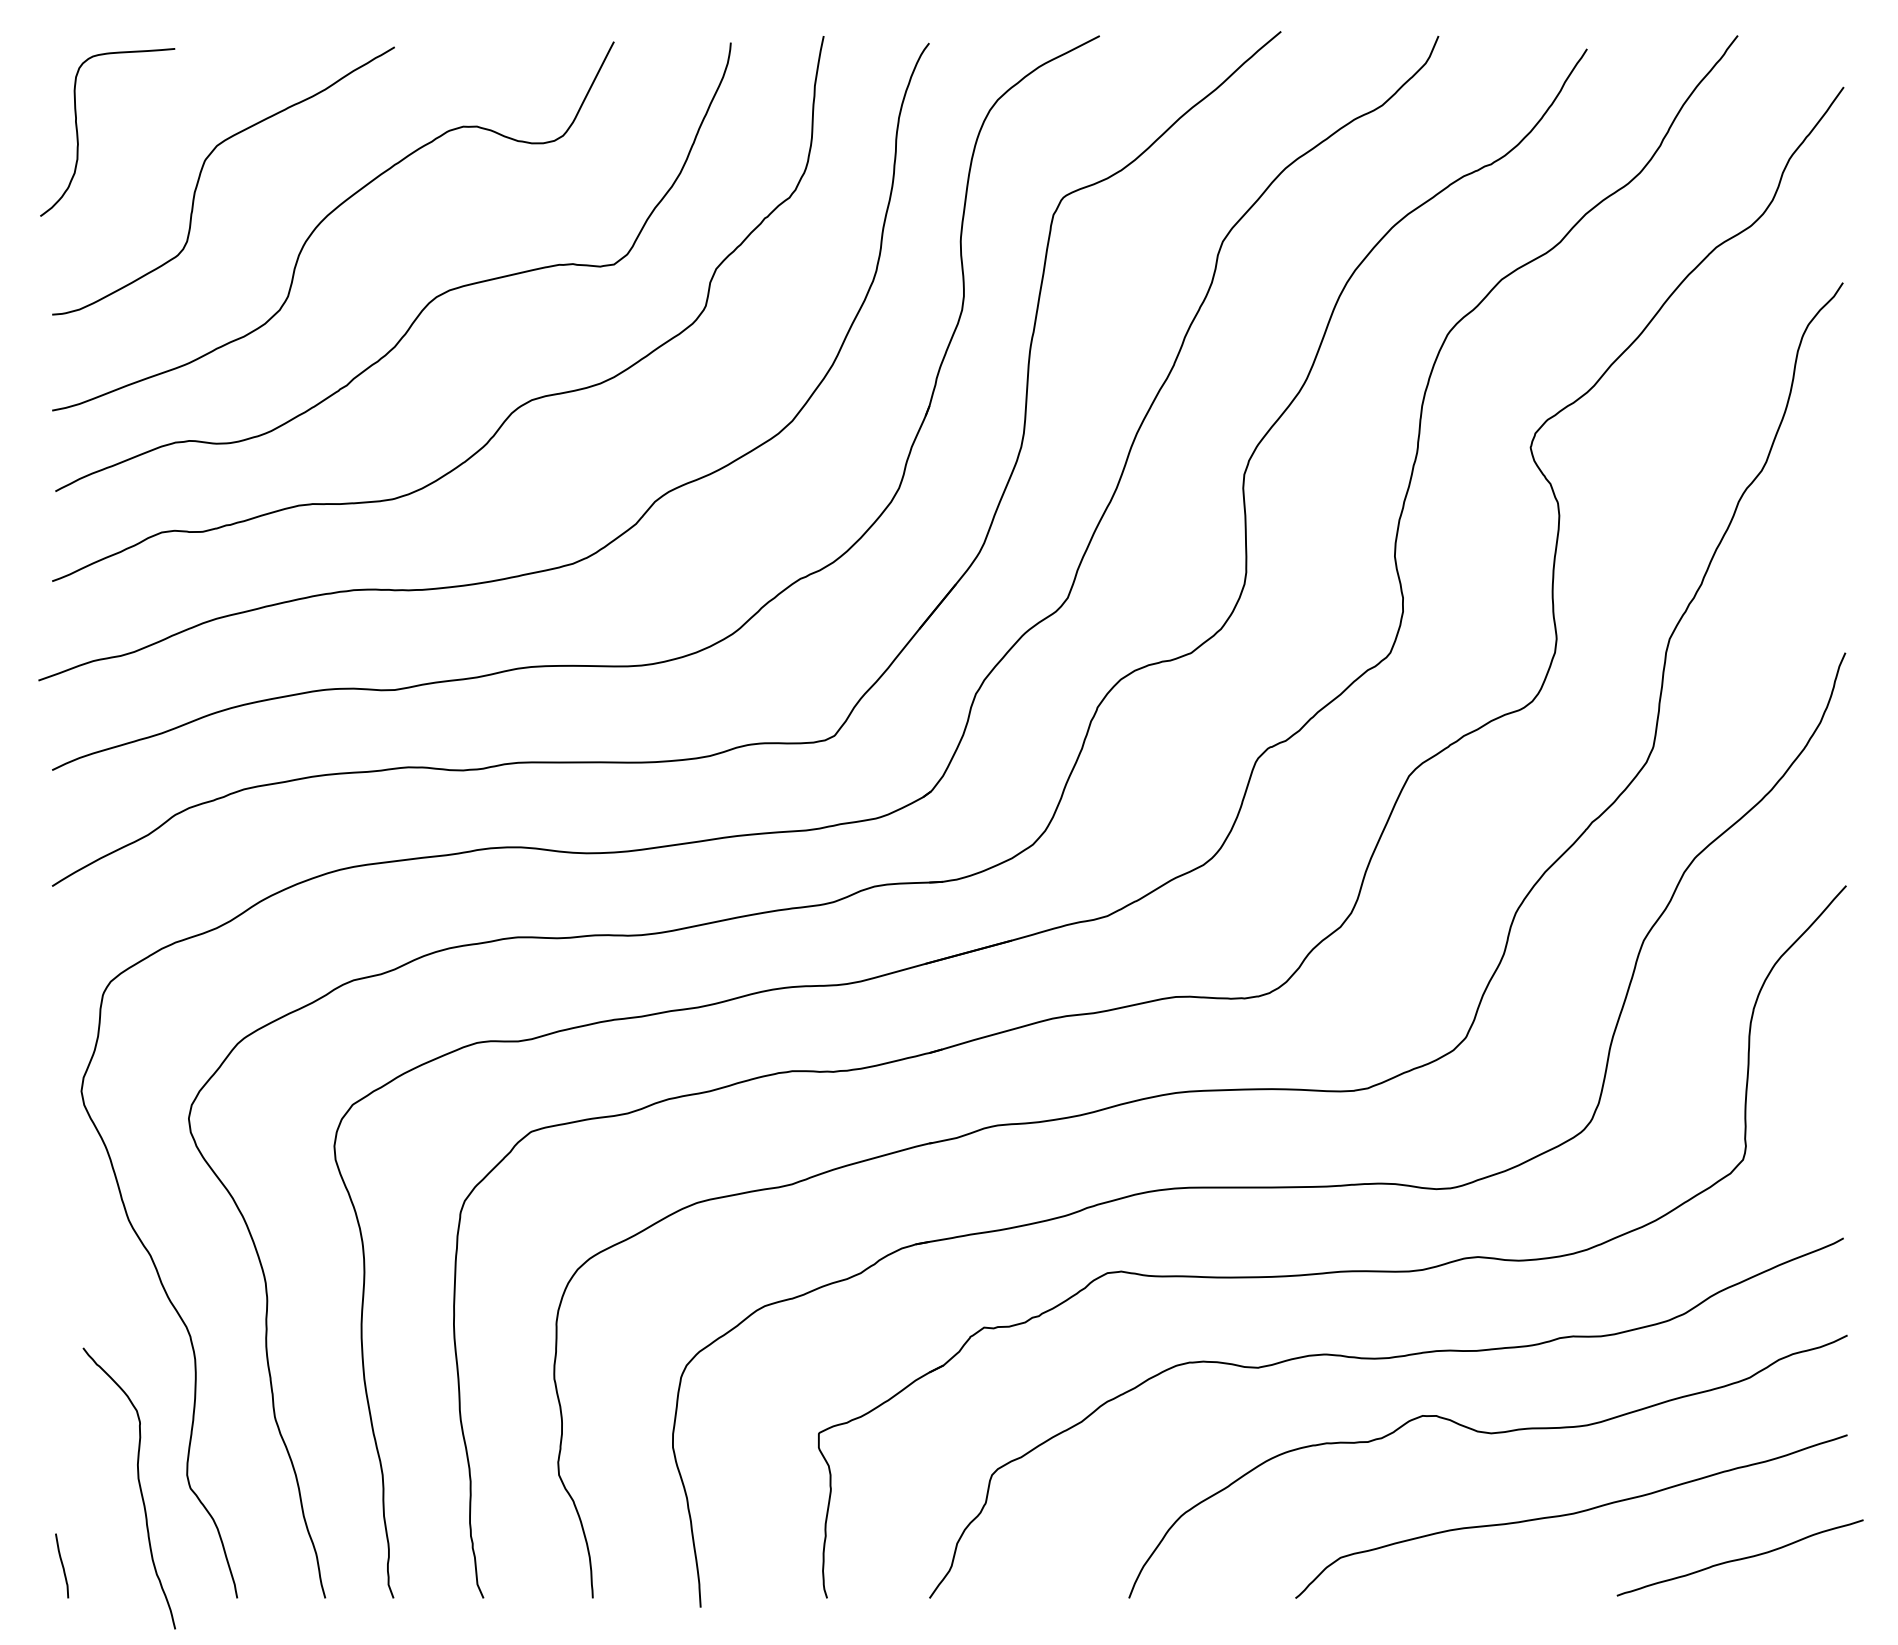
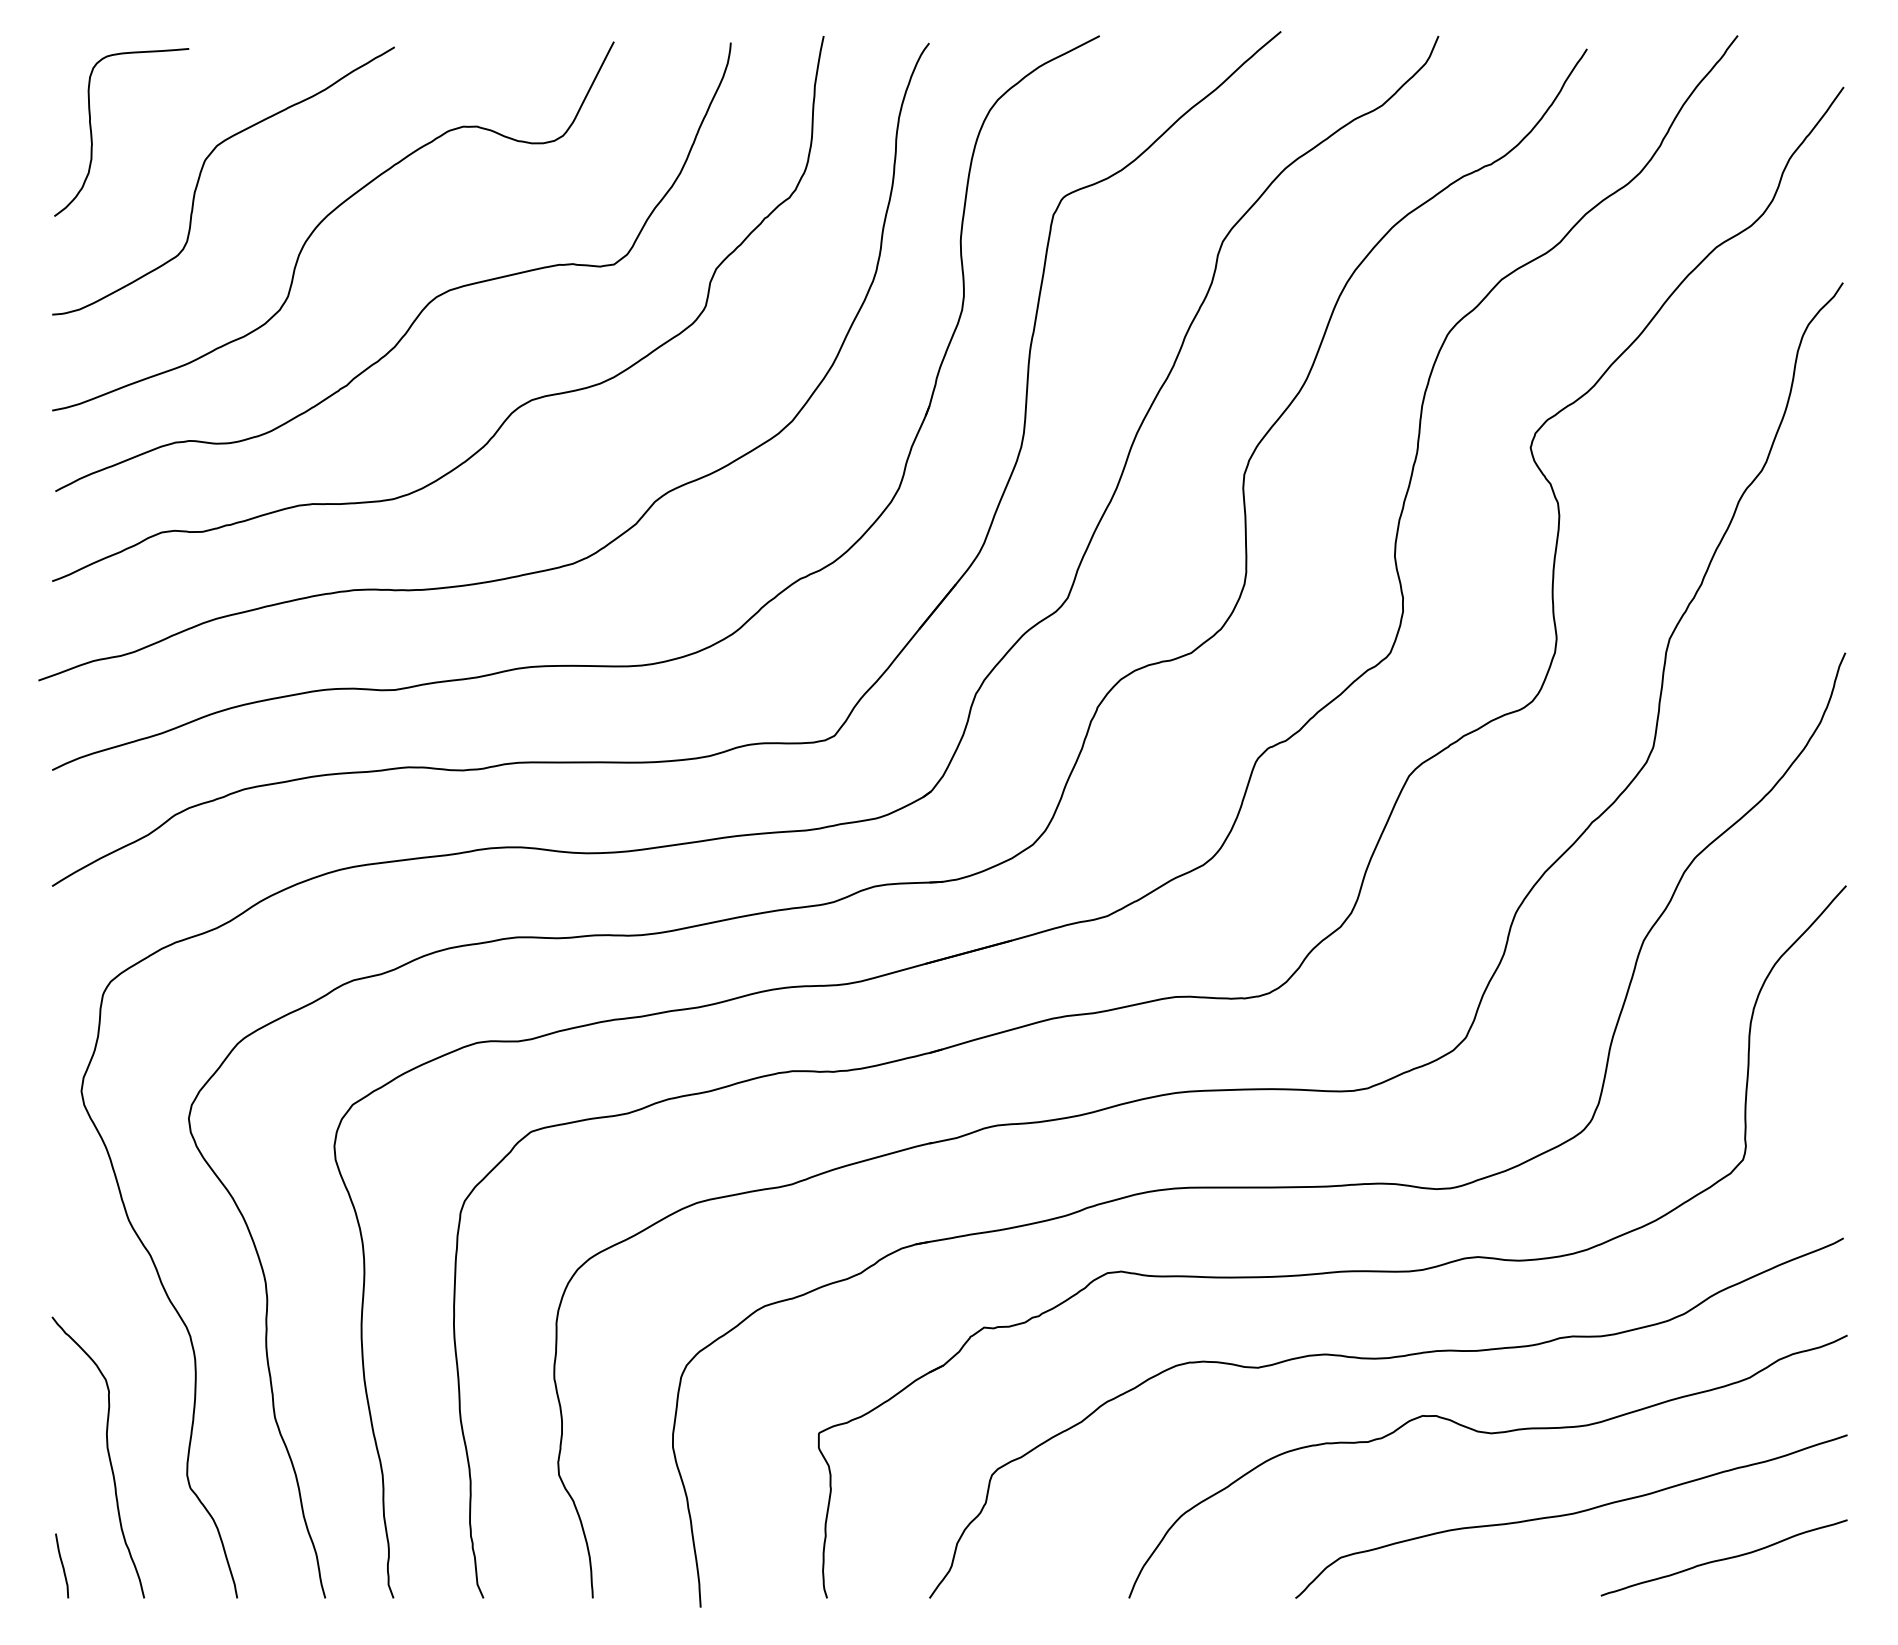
curve at (78, 133) position: (78, 133) -> (92, 133)
curve at (138, 1484) position: (138, 1484) -> (107, 1453)
curve at (1739, 1558) position: (1739, 1558) -> (1723, 1558)
